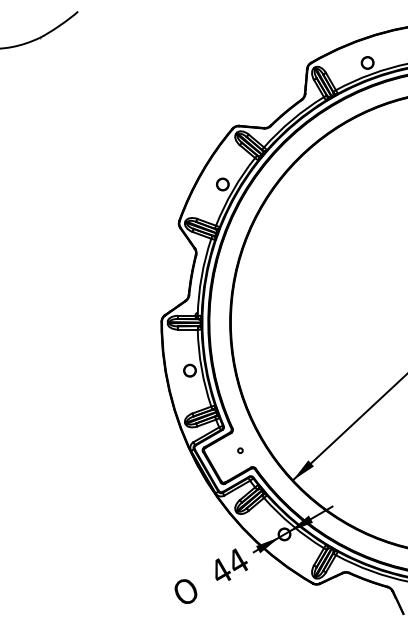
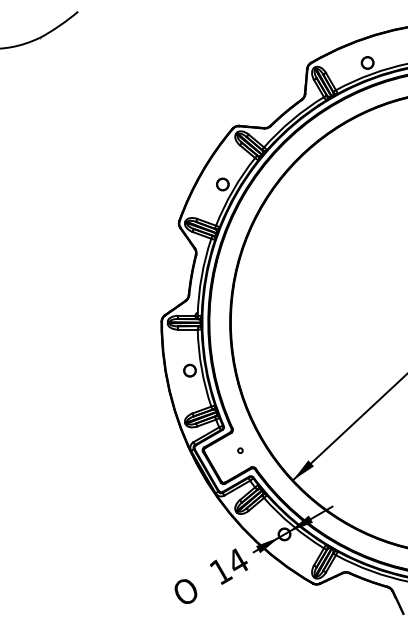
text at (221, 571): 44 -> 14
